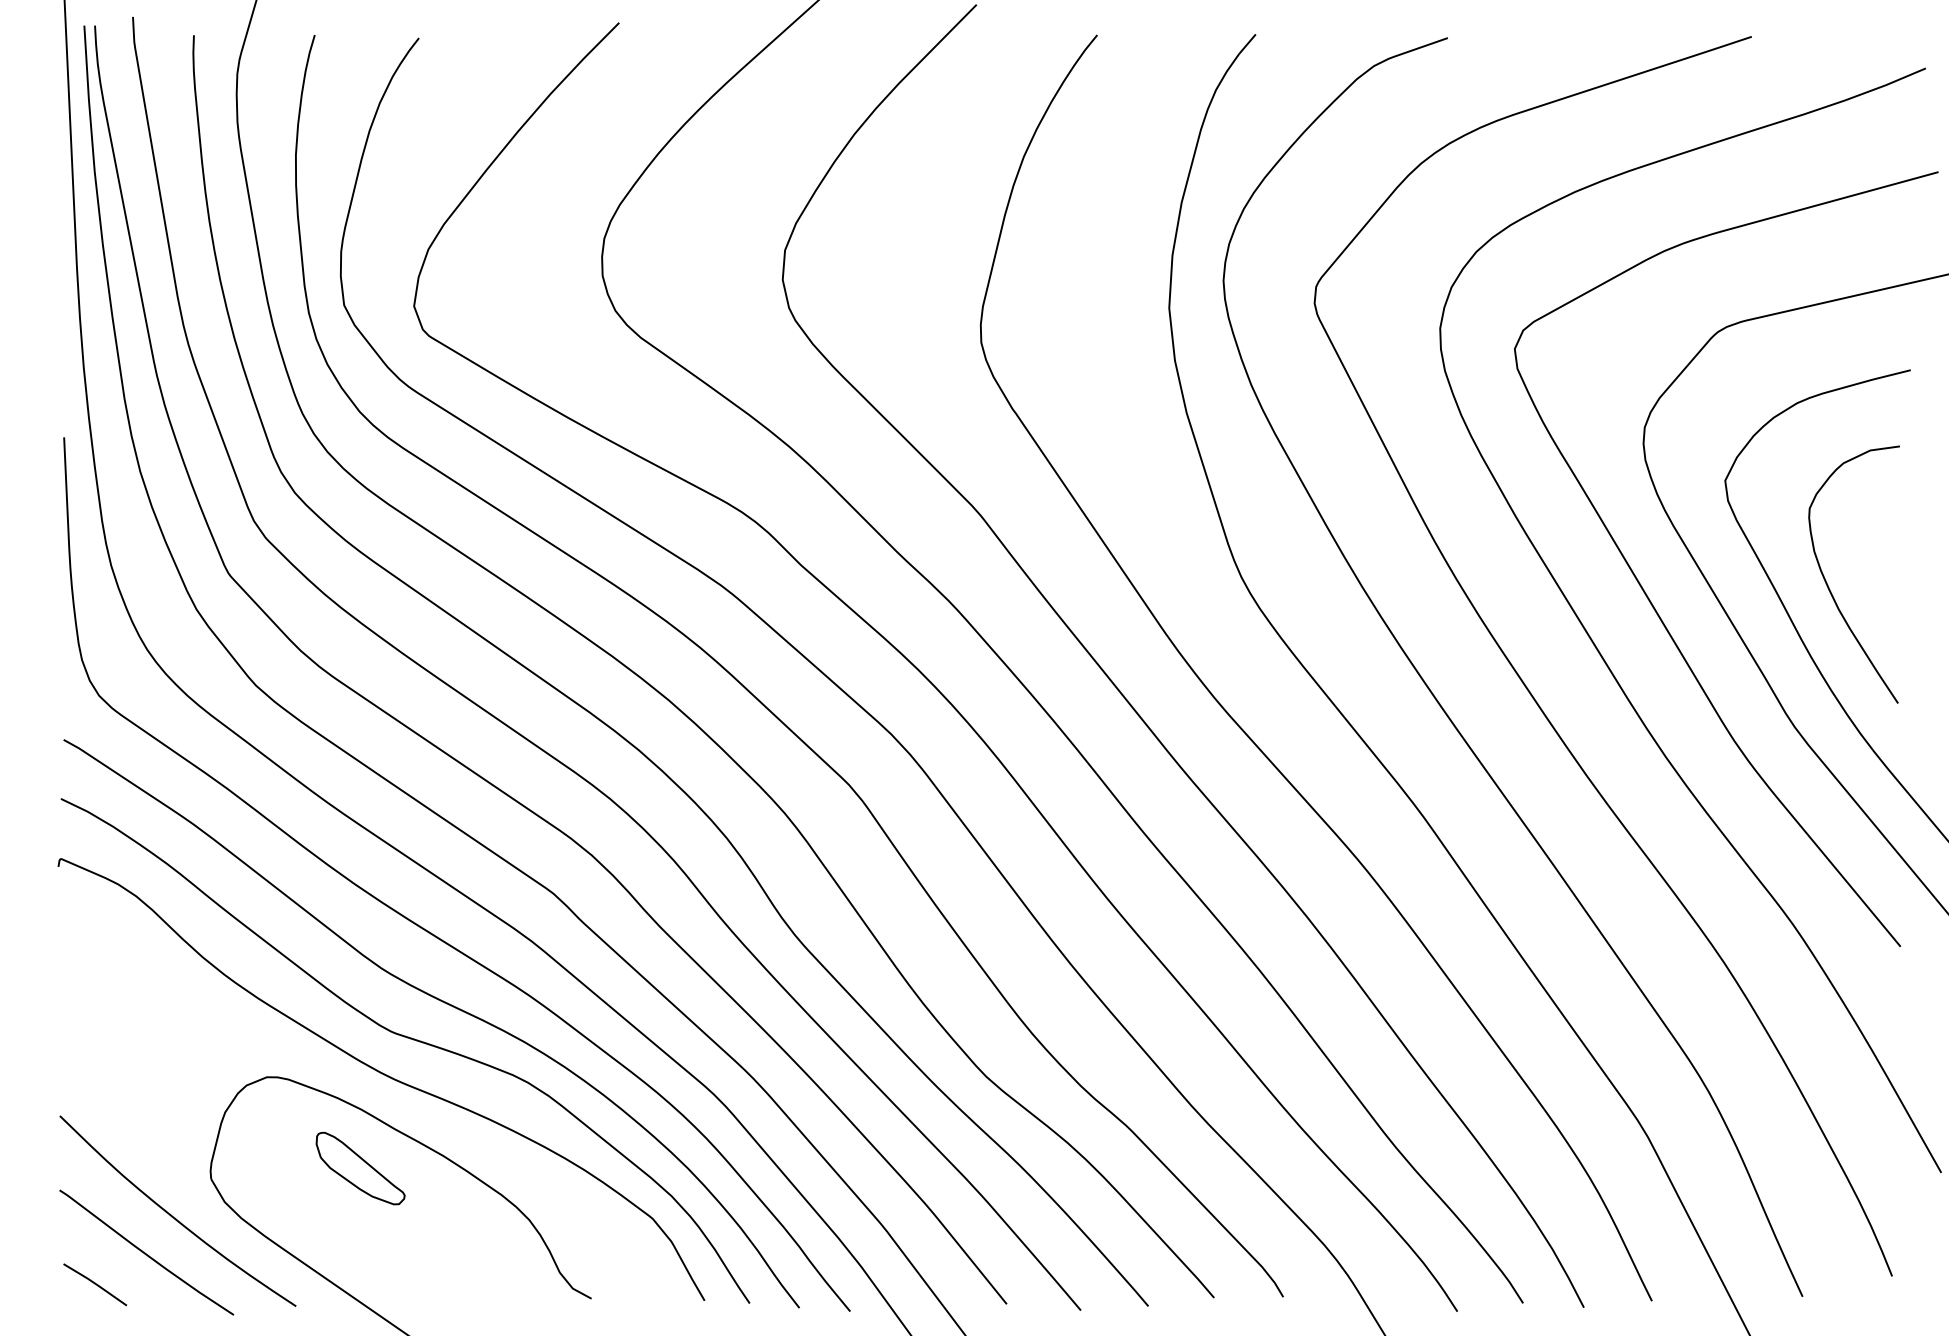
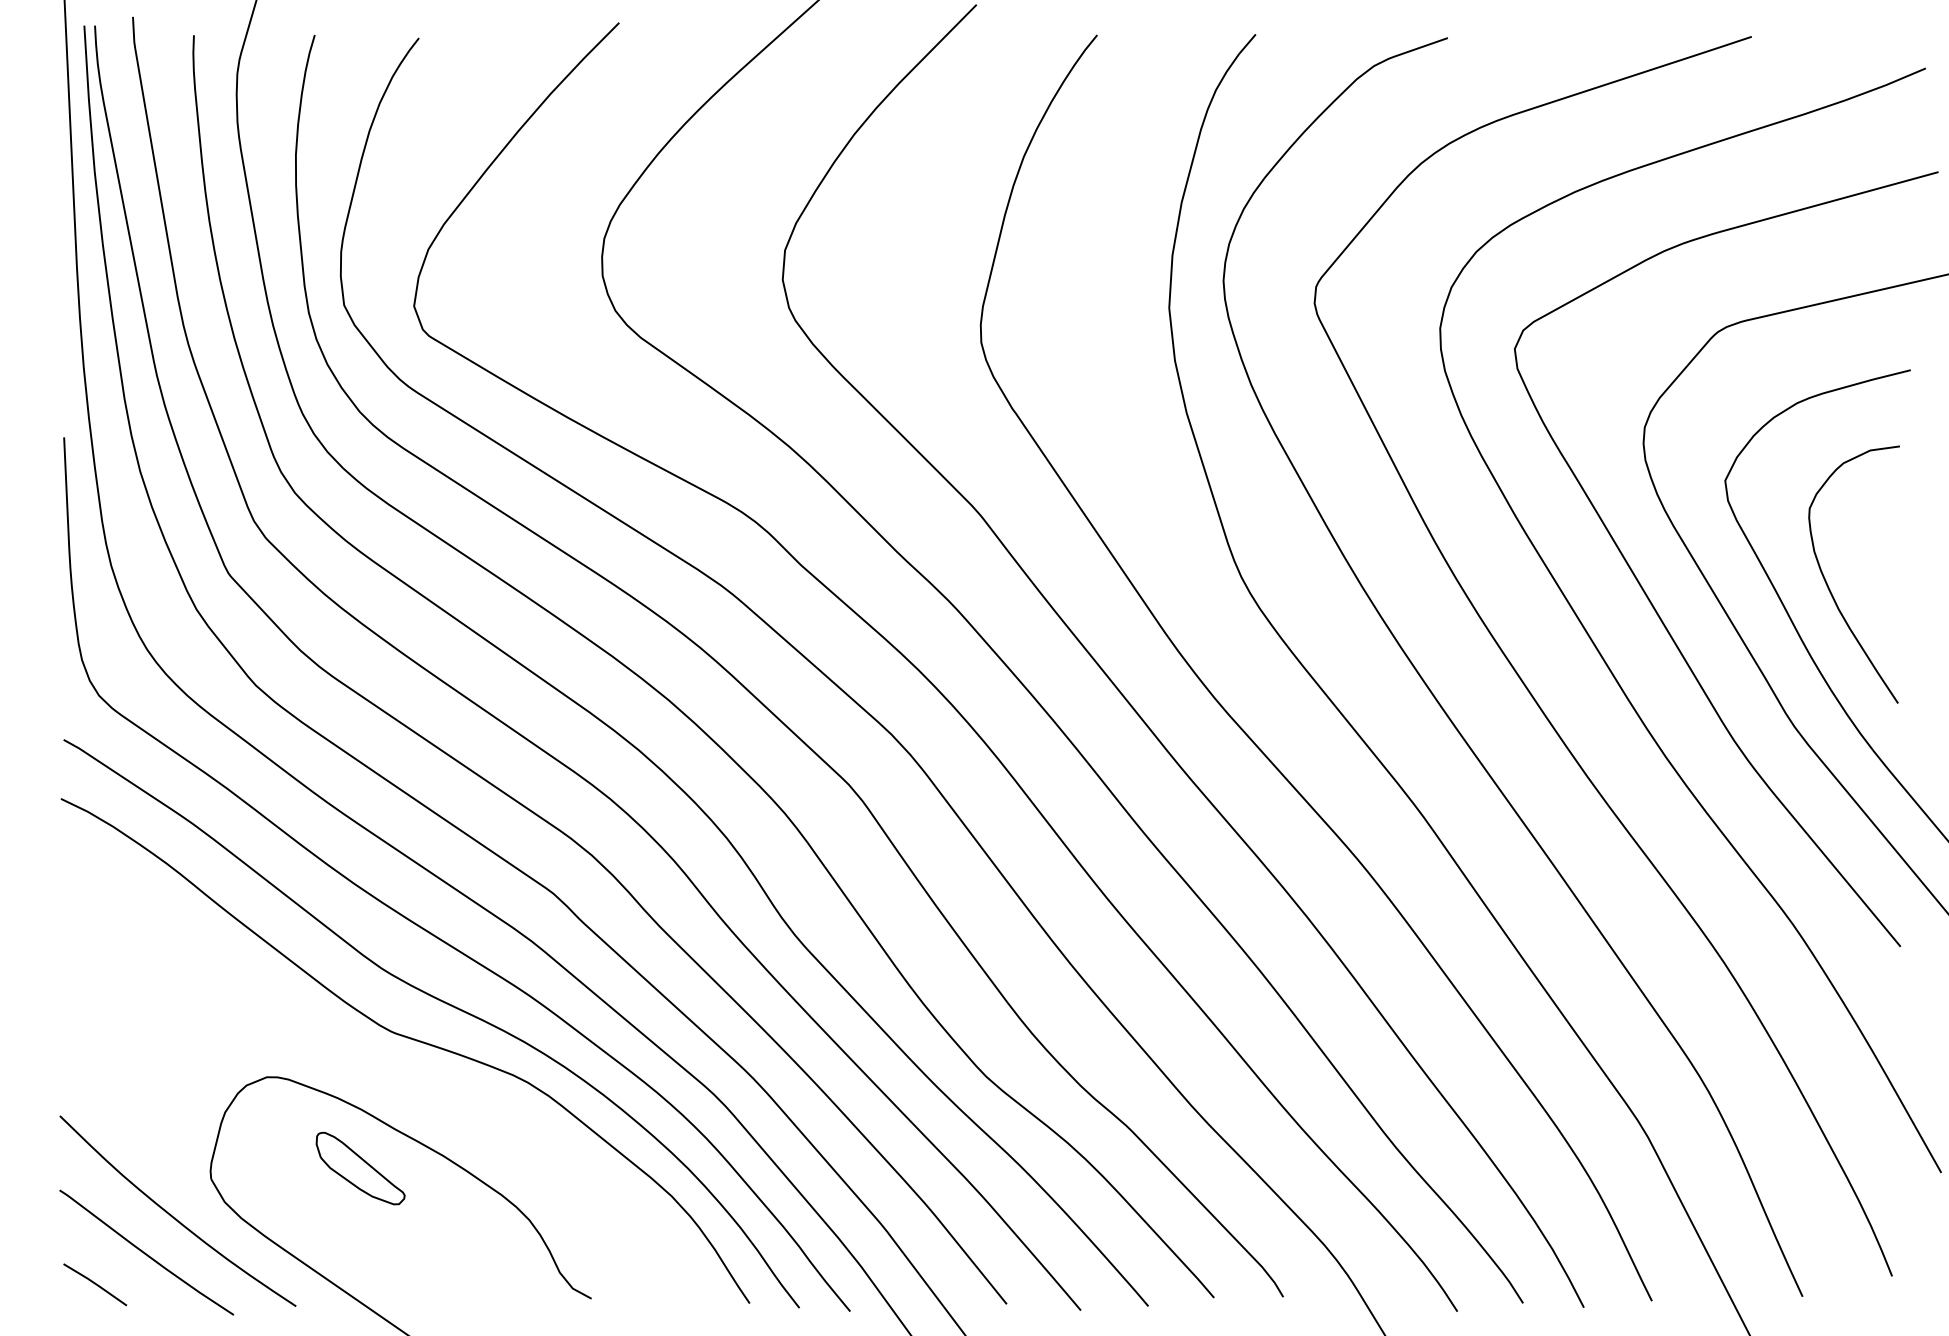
curve at (383, 1075): present -> none
